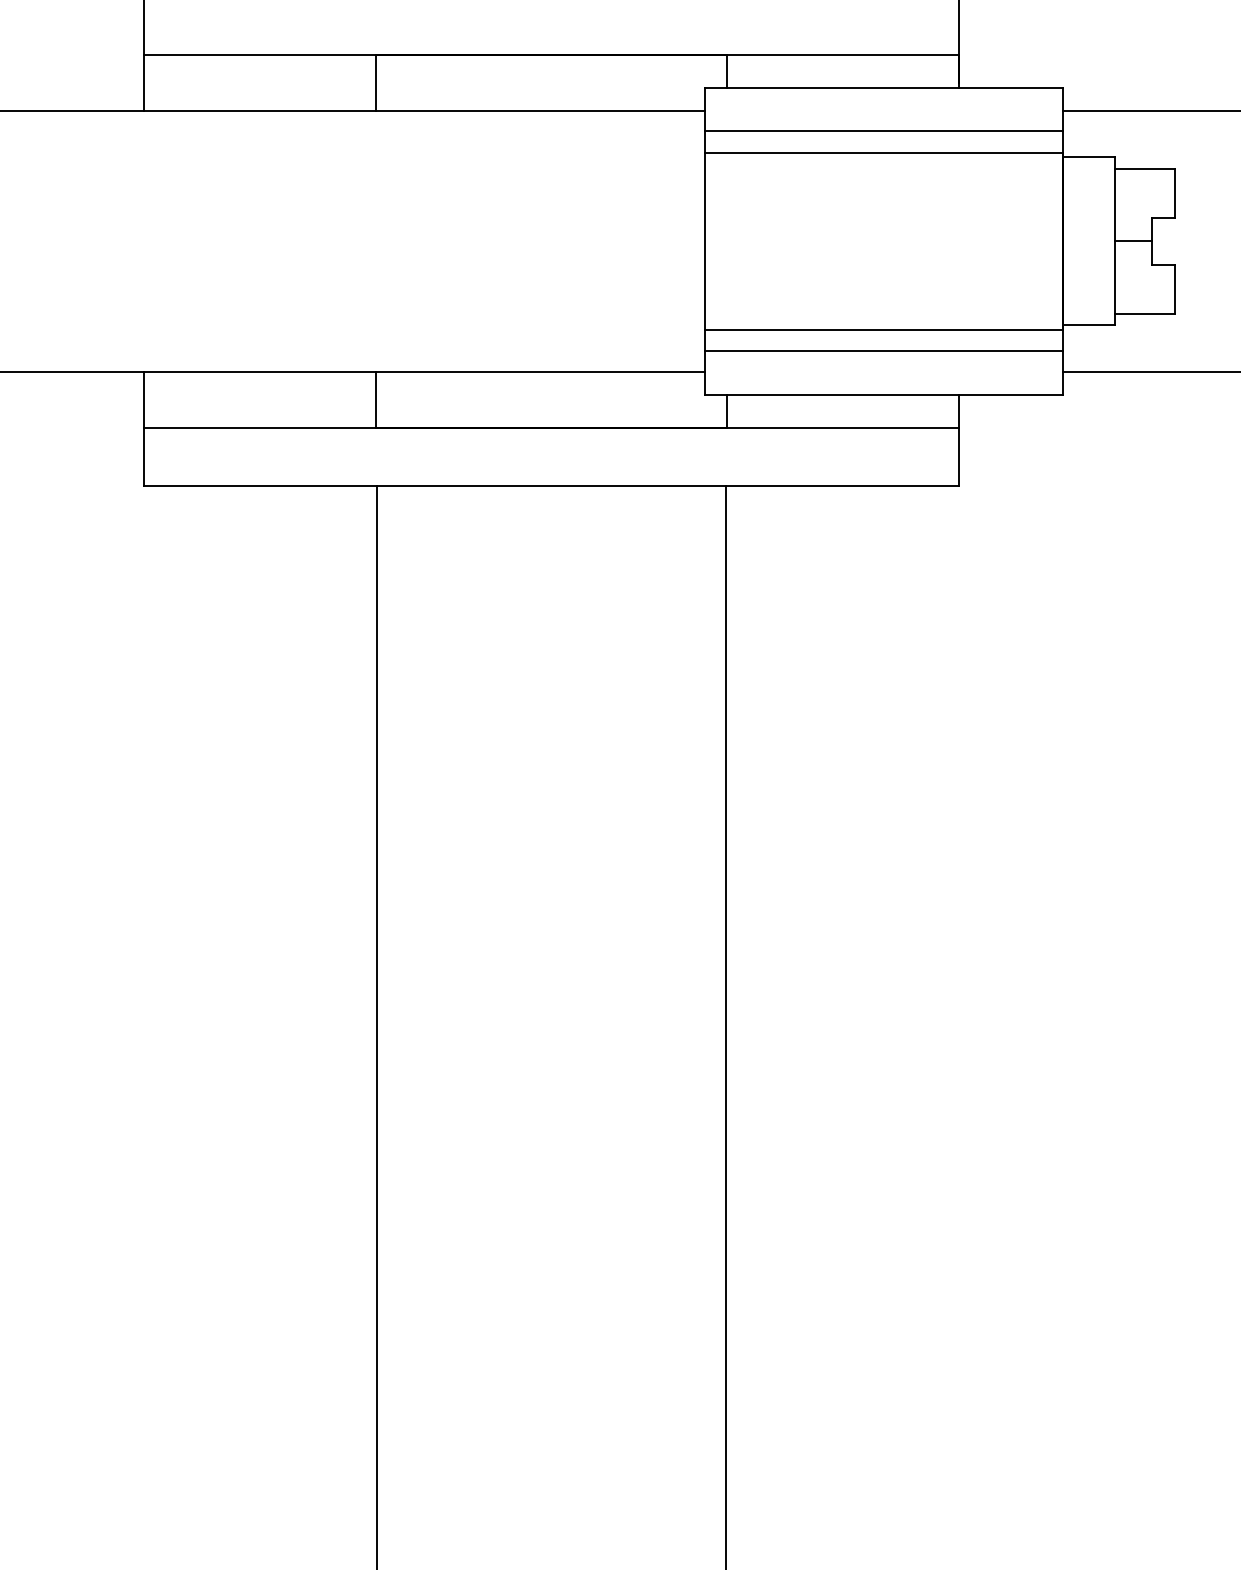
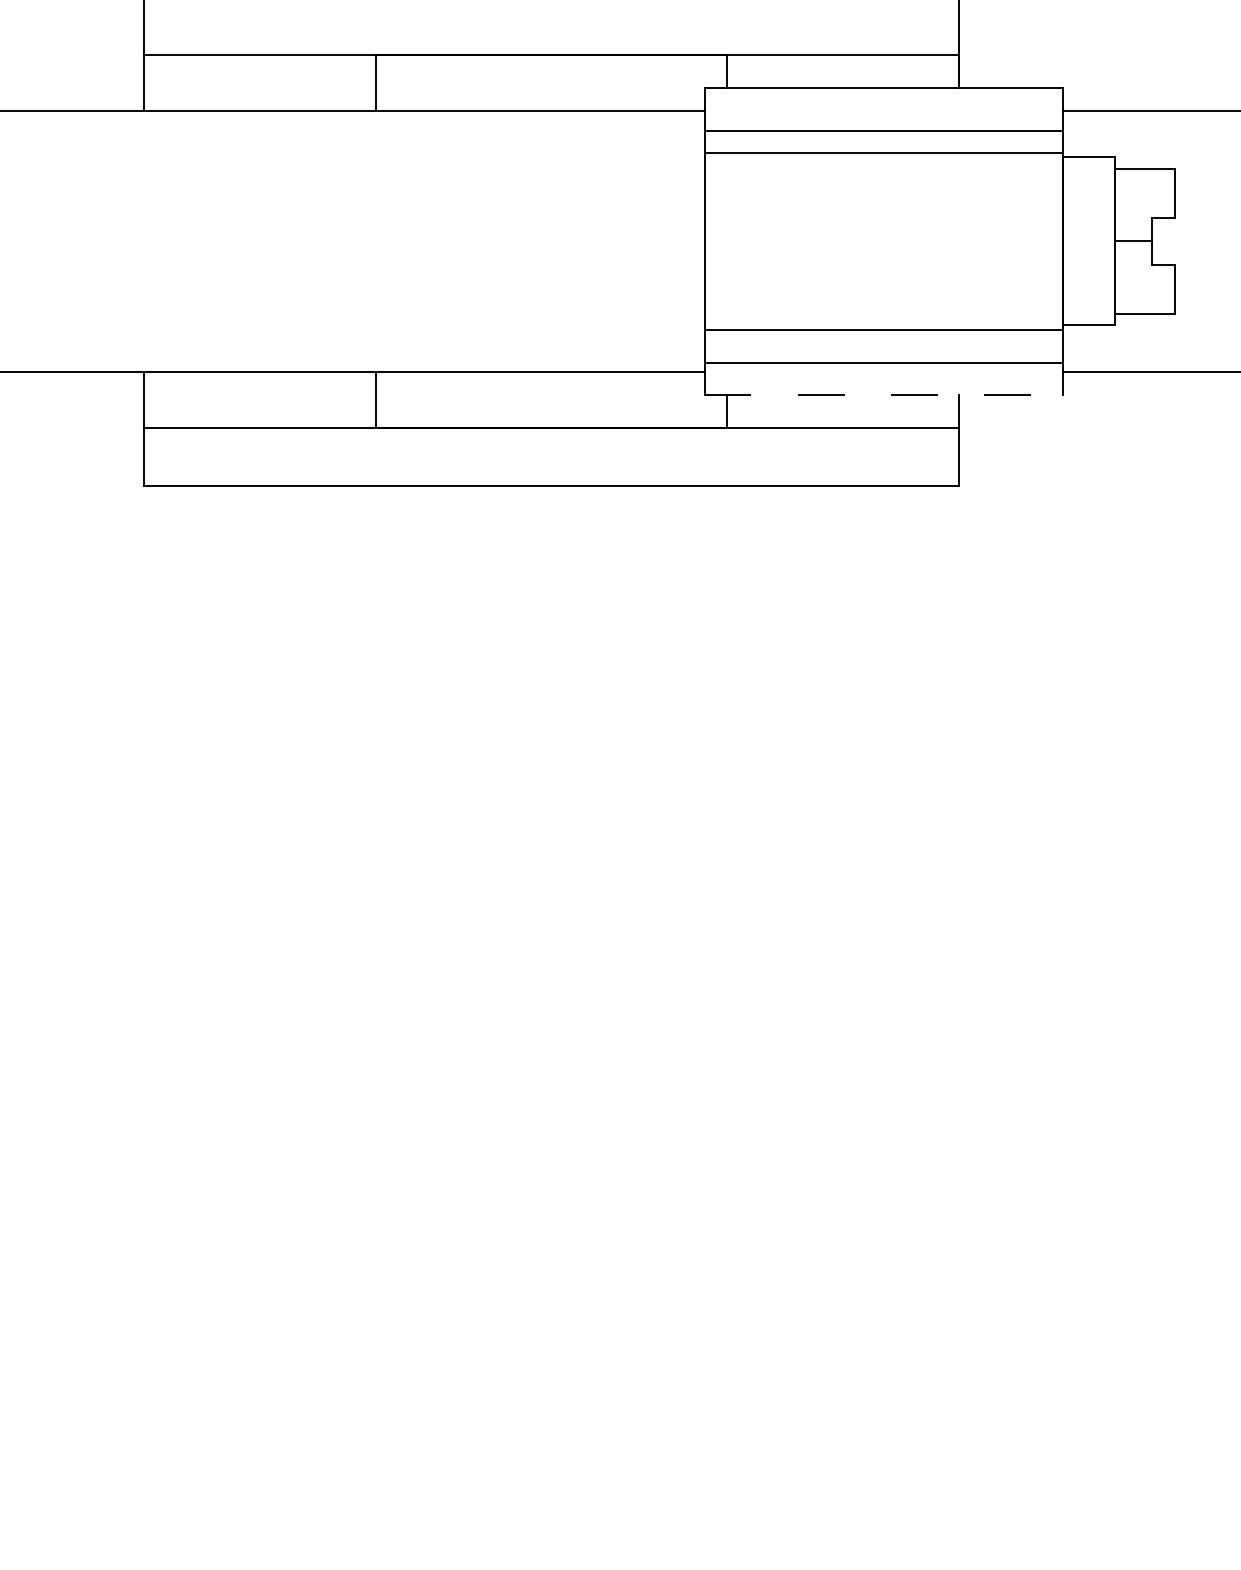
line at (883, 351) position: (883, 351) -> (883, 363)
line at (884, 394): solid -> dashed
line at (376, 1025): present -> none
line at (726, 1025): present -> none
